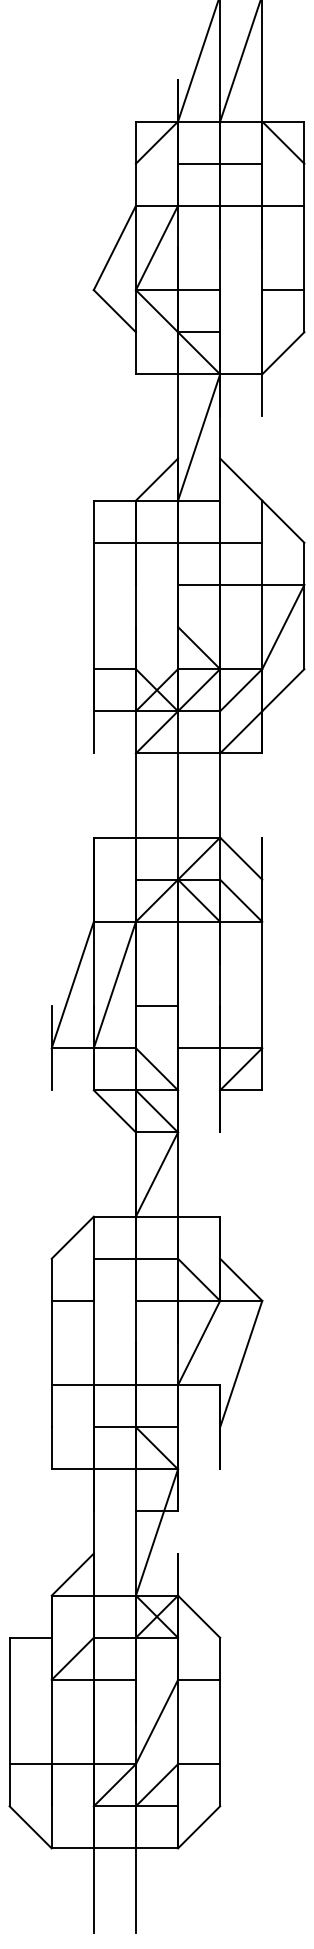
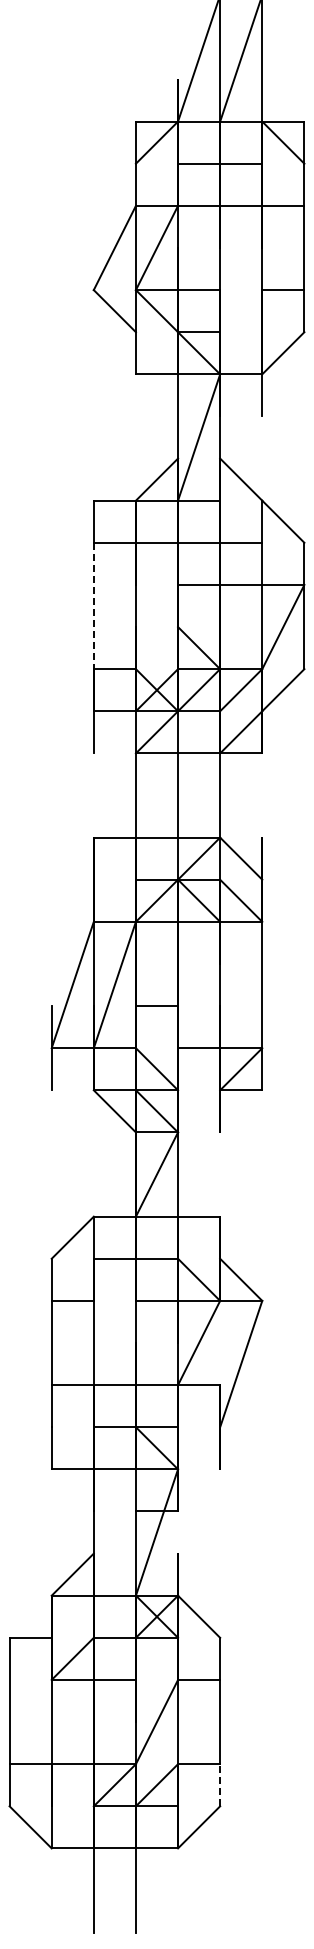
line at (93, 606): solid -> dashed
line at (220, 1784): solid -> dashed
